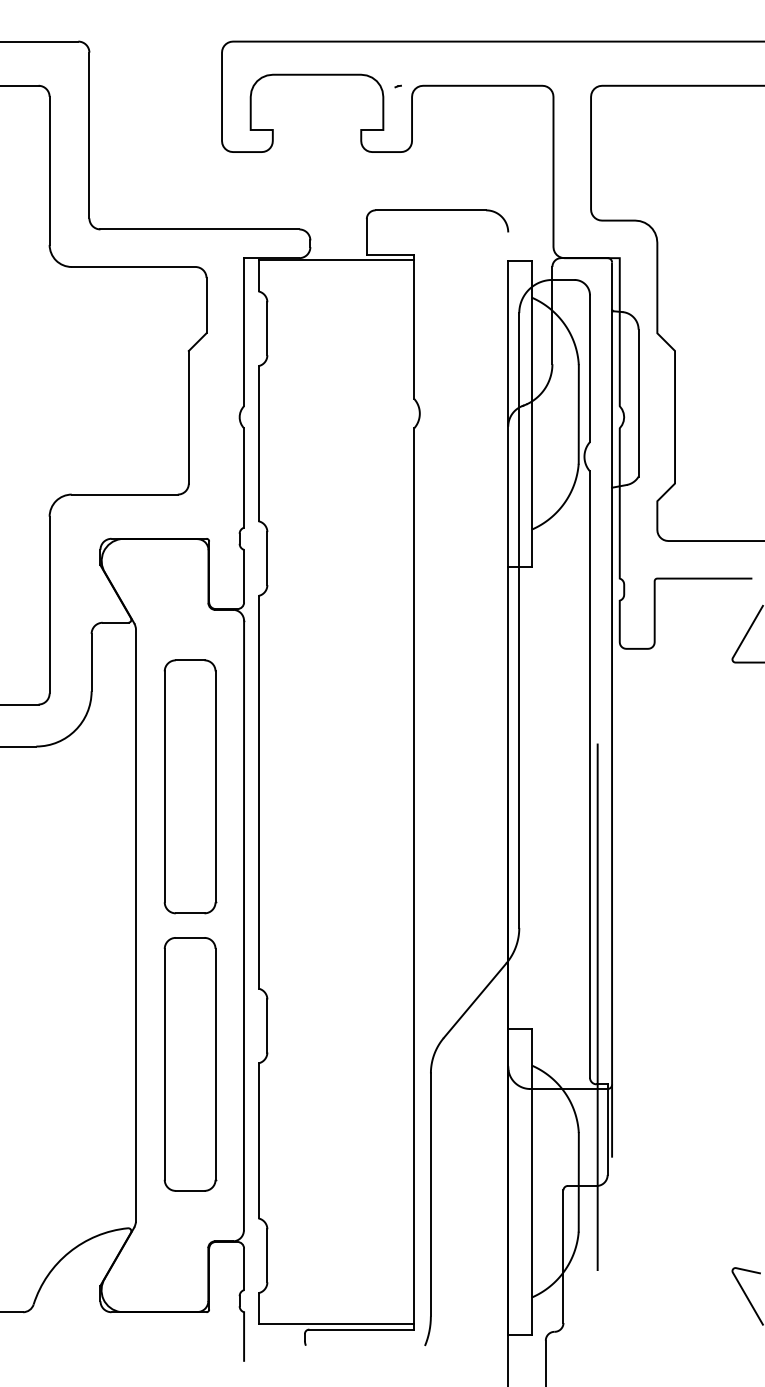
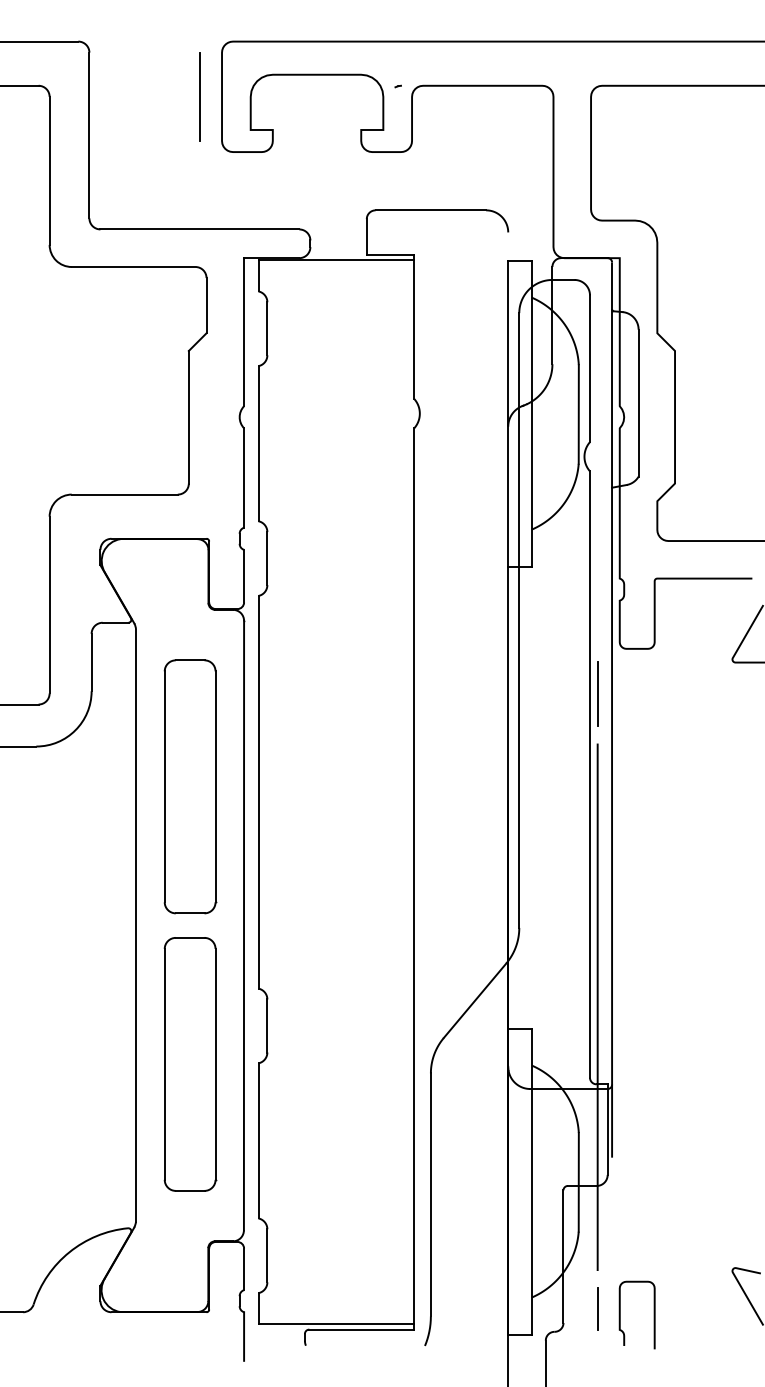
line at (199, 96): none -> present
line at (597, 693): none -> present
line at (597, 1308): none -> present
curve at (620, 1314): none -> present
